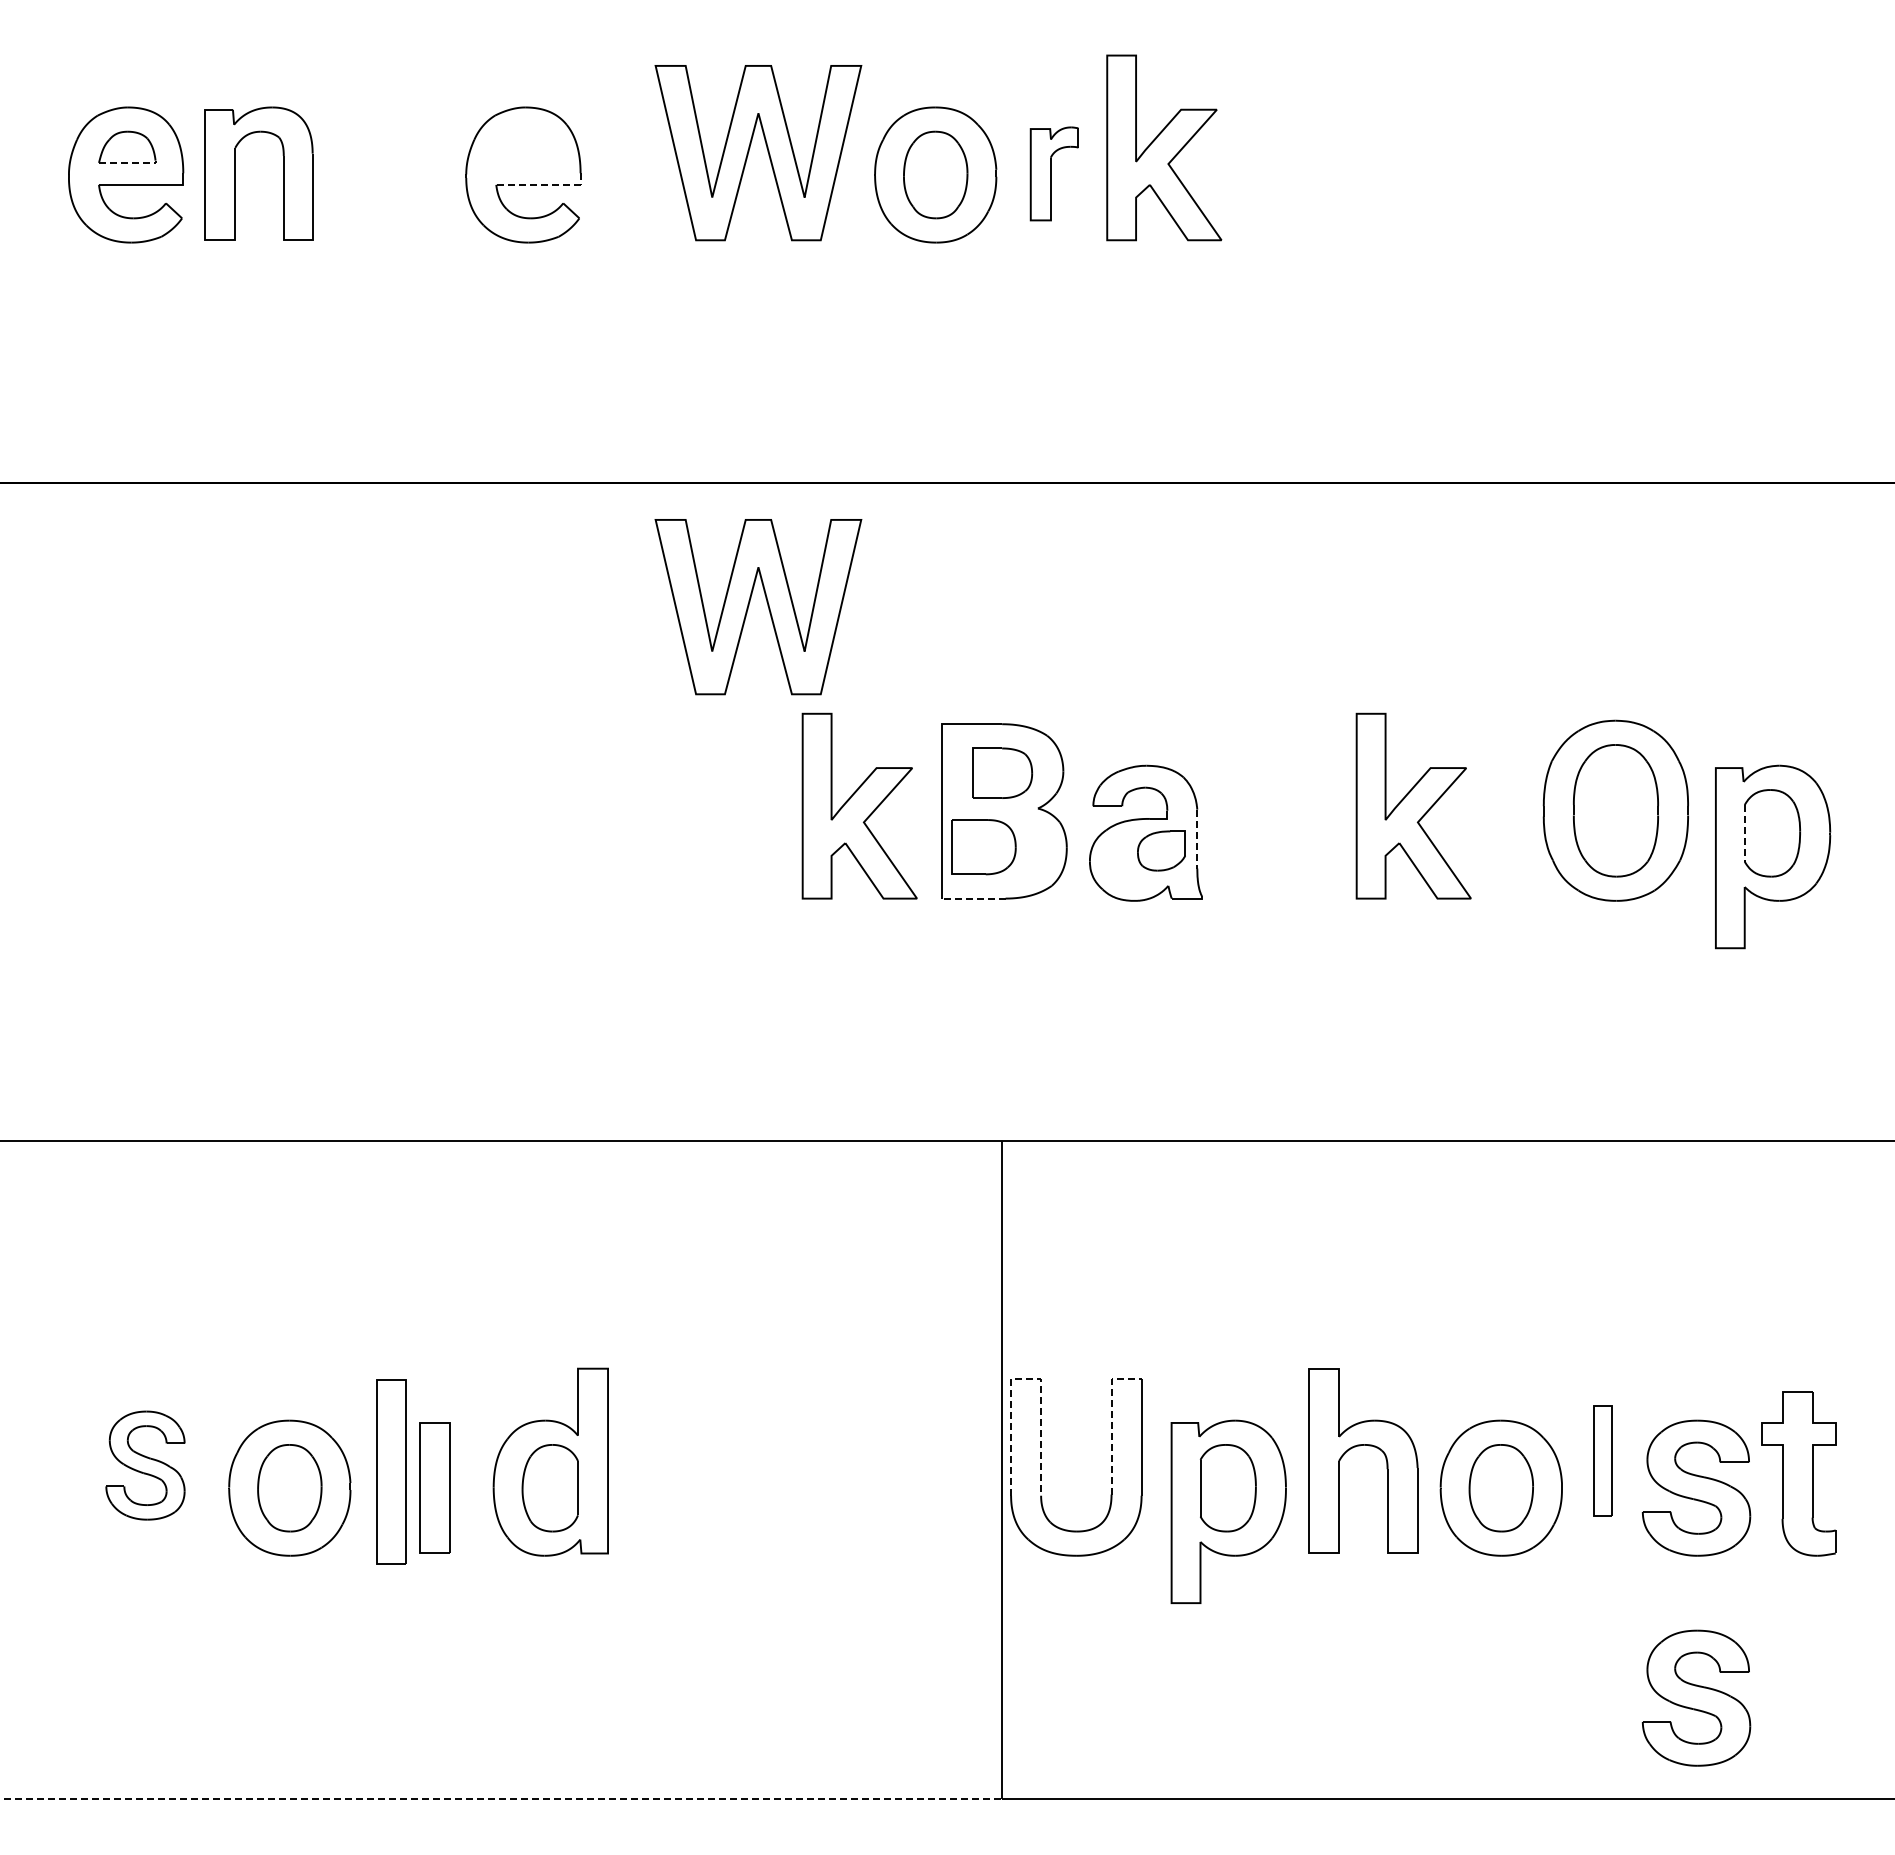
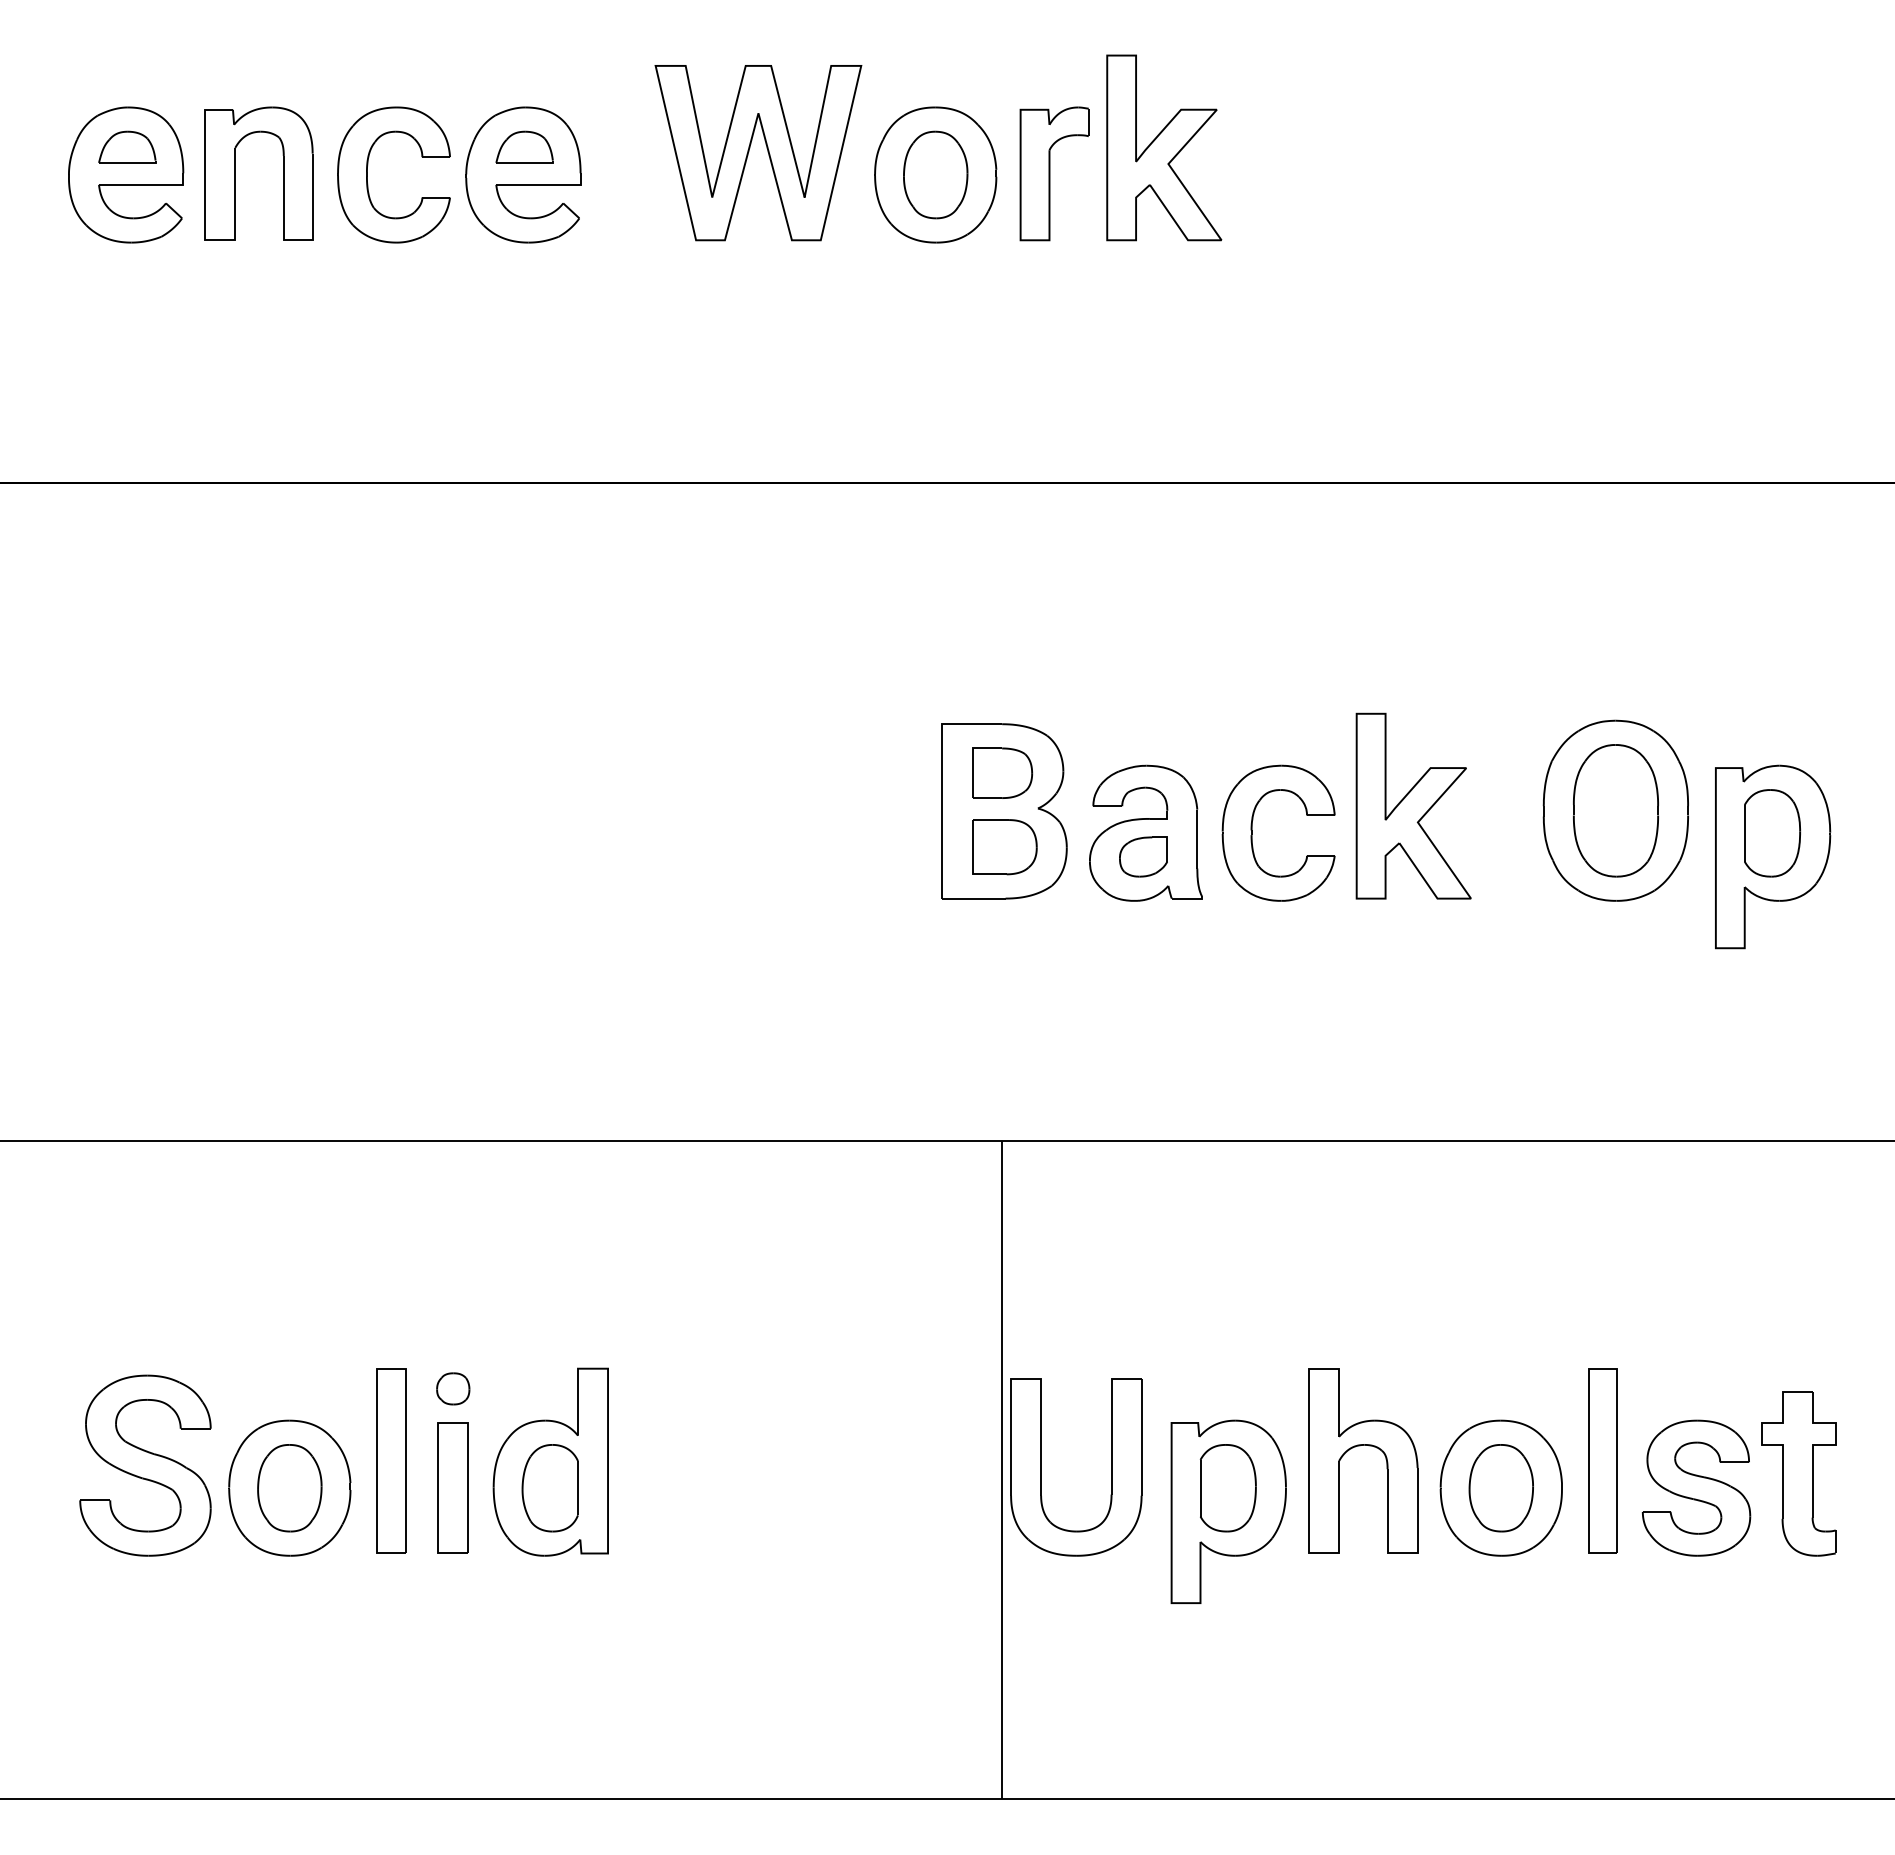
part at (524, 146): none -> present
line at (129, 162): dashed -> solid
part at (1053, 173) size: 50x96 px -> 71x136 px
part at (367, 174): none -> present
line at (544, 184): dashed -> solid
part at (767, 606): present -> none
part at (859, 805): present -> none
part at (1252, 832): none -> present
line at (1744, 833): dashed -> solid
line at (1197, 839): dashed -> solid
part at (983, 847) position: (983, 847) -> (1004, 847)
part at (1161, 850) position: (1161, 850) -> (1143, 856)
line at (973, 898): dashed -> solid
line at (1026, 1379): dashed -> solid
part at (453, 1388): none -> present
line at (1111, 1420): dashed -> solid
part at (1602, 1460) size: 20x112 px -> 30x186 px
part at (145, 1465) size: 81x111 px -> 133x183 px
part at (391, 1471) position: (391, 1471) -> (391, 1460)
part at (434, 1487) position: (434, 1487) -> (452, 1487)
part at (1696, 1697): present -> none
line at (501, 1799): dashed -> solid
